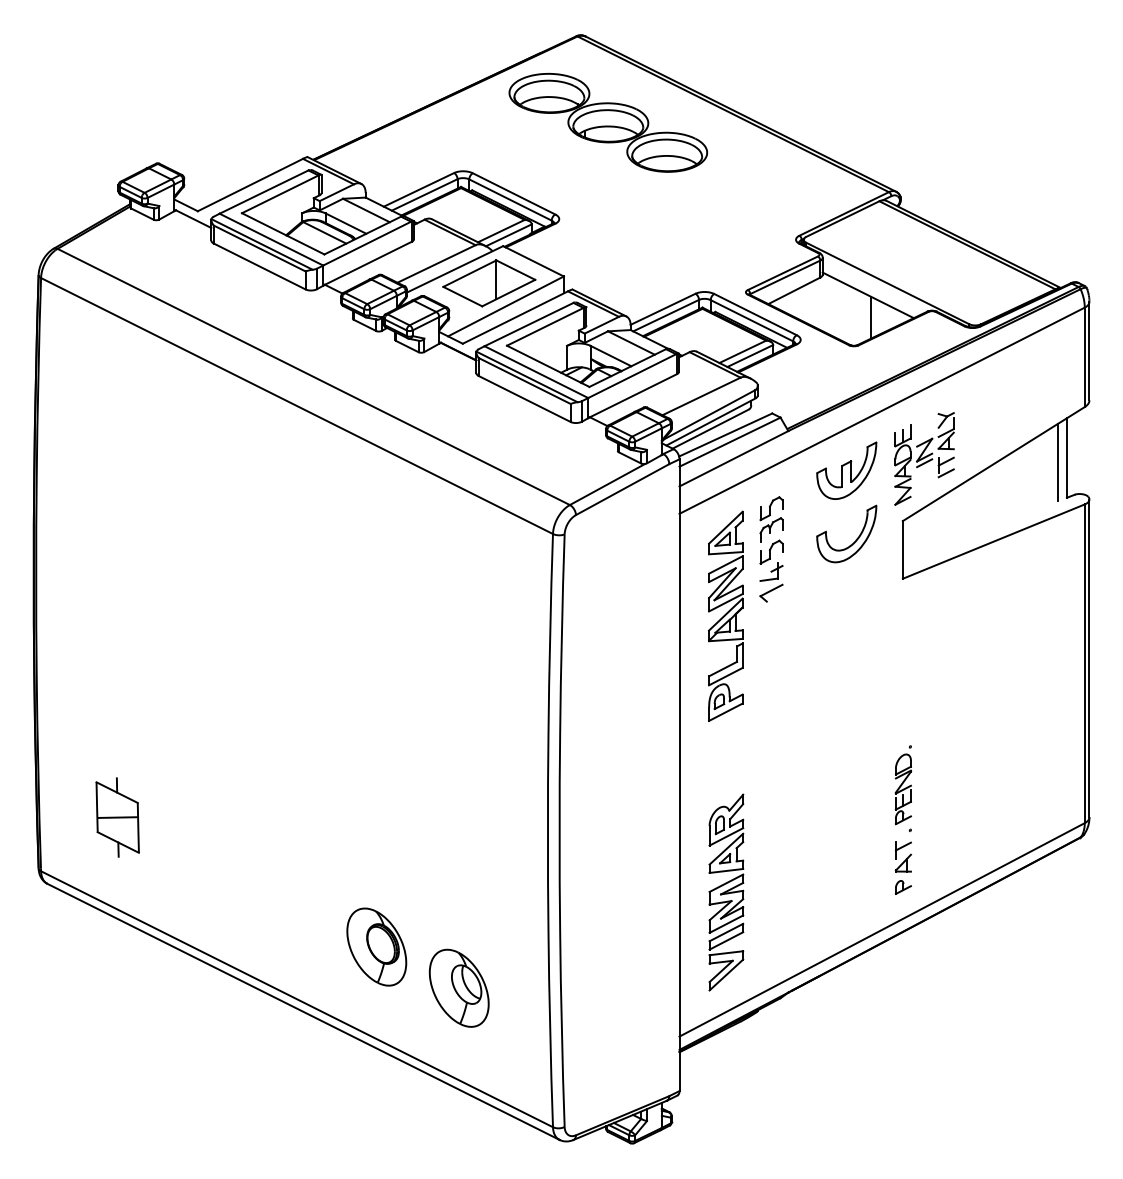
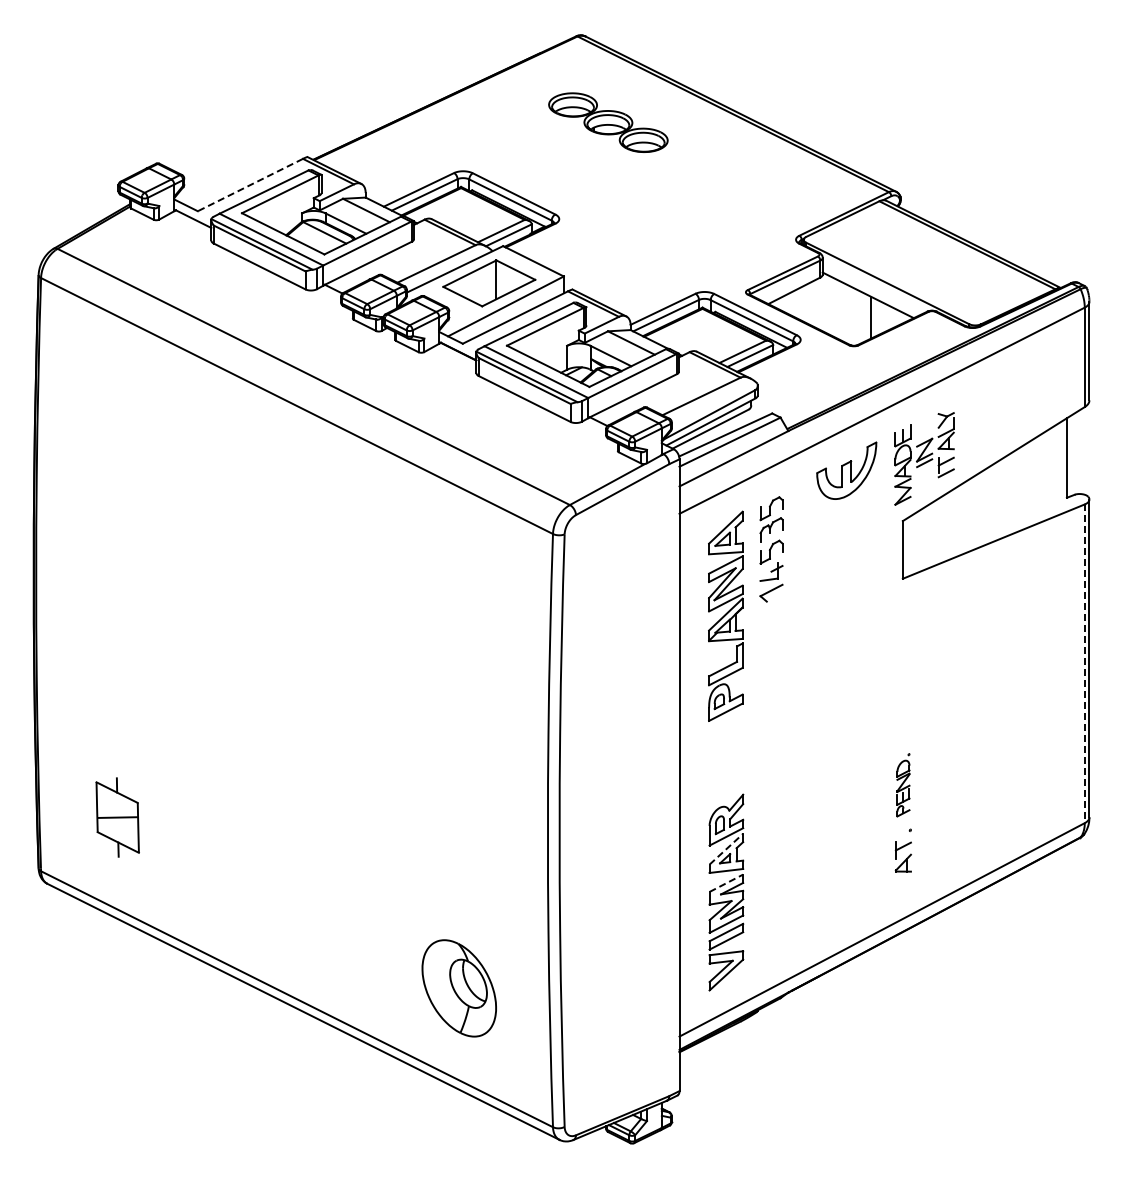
part at (608, 122) size: 201x101 px -> 121x61 px
line at (250, 185): solid -> dashed
line at (1058, 462): present -> none
part at (856, 538): present -> none
line at (1084, 664): solid -> dashed
part at (903, 785) size: 19x81 px -> 15x65 px
line at (726, 849): solid -> dashed
line at (726, 883): solid -> dashed
part at (902, 887): present -> none
part at (376, 946): present -> none
part at (458, 987) size: 62x80 px -> 76x99 px
